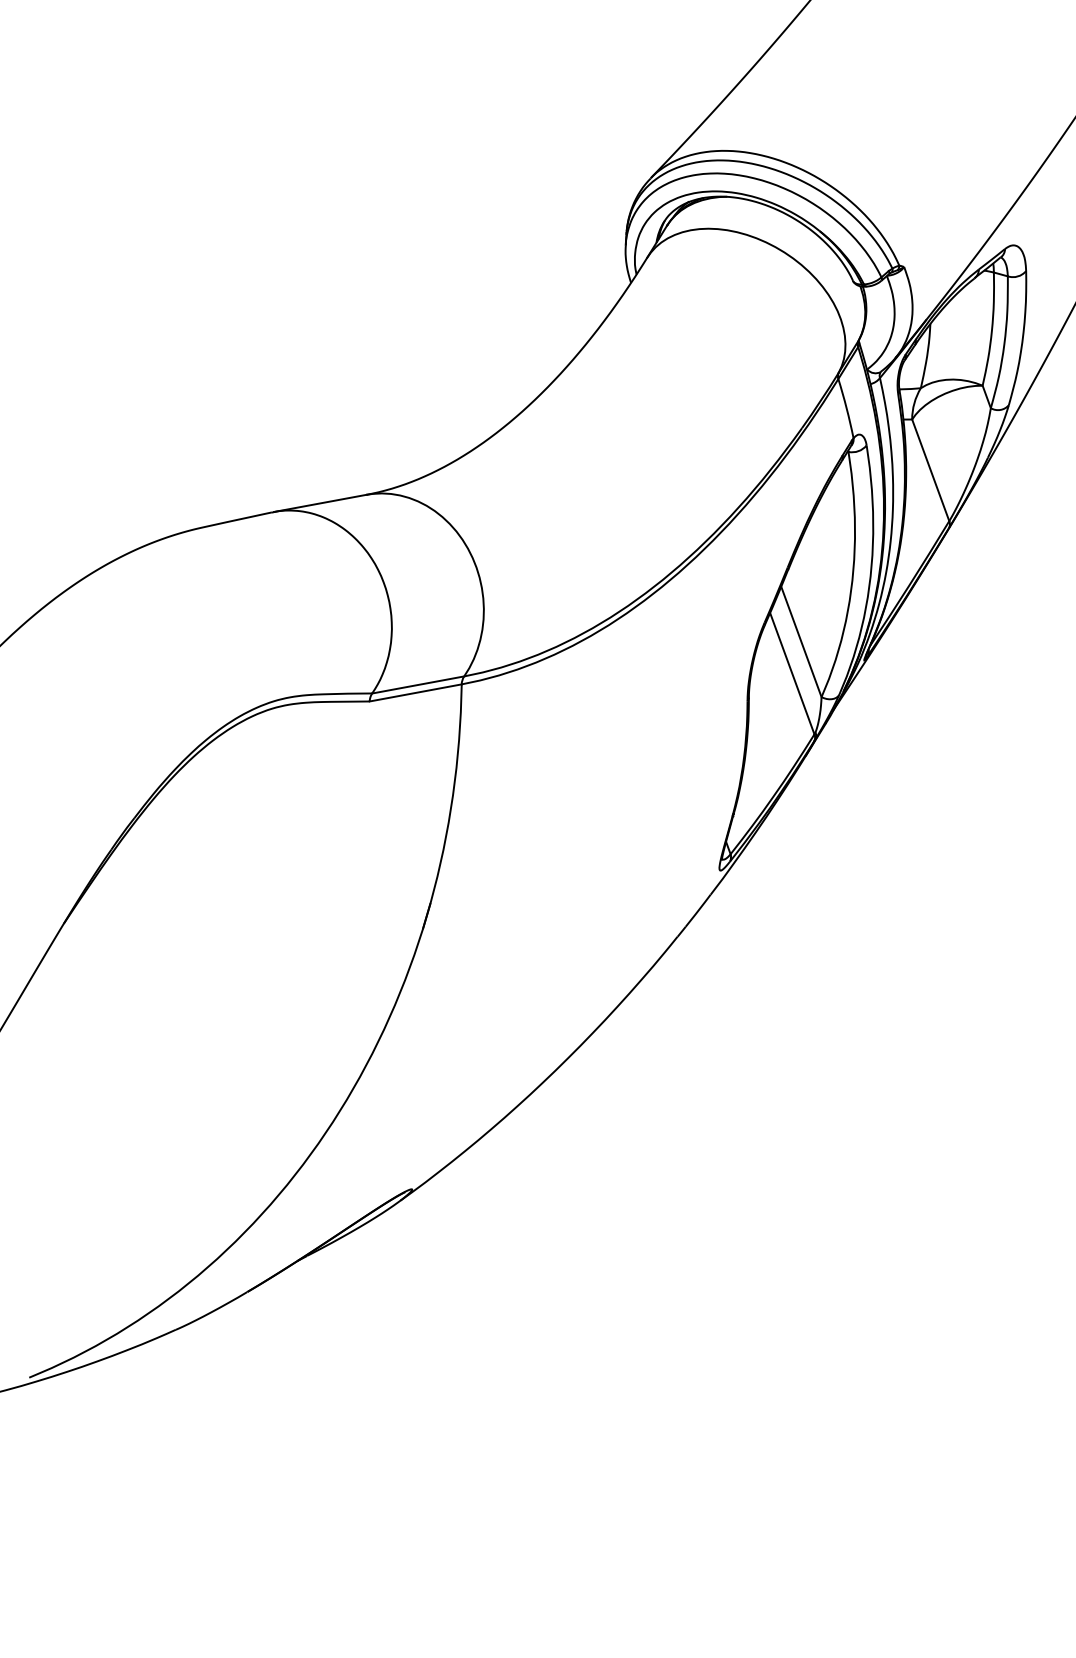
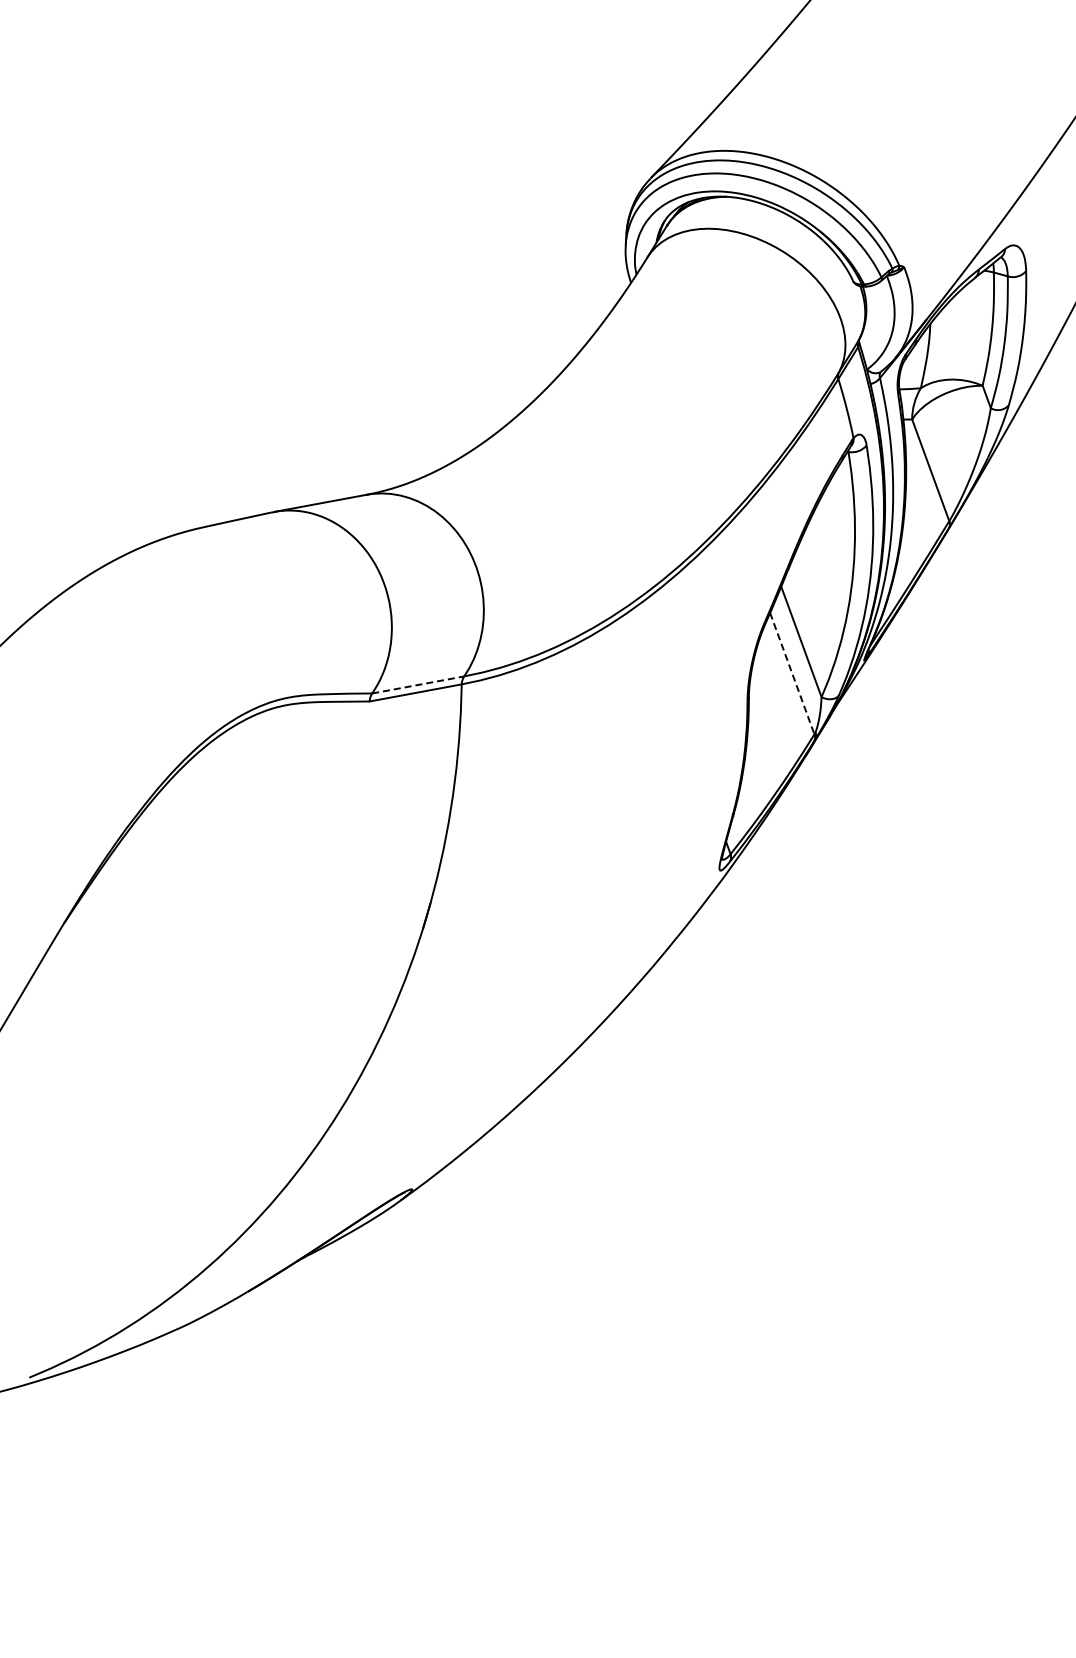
line at (792, 673): solid -> dashed
line at (418, 684): solid -> dashed
